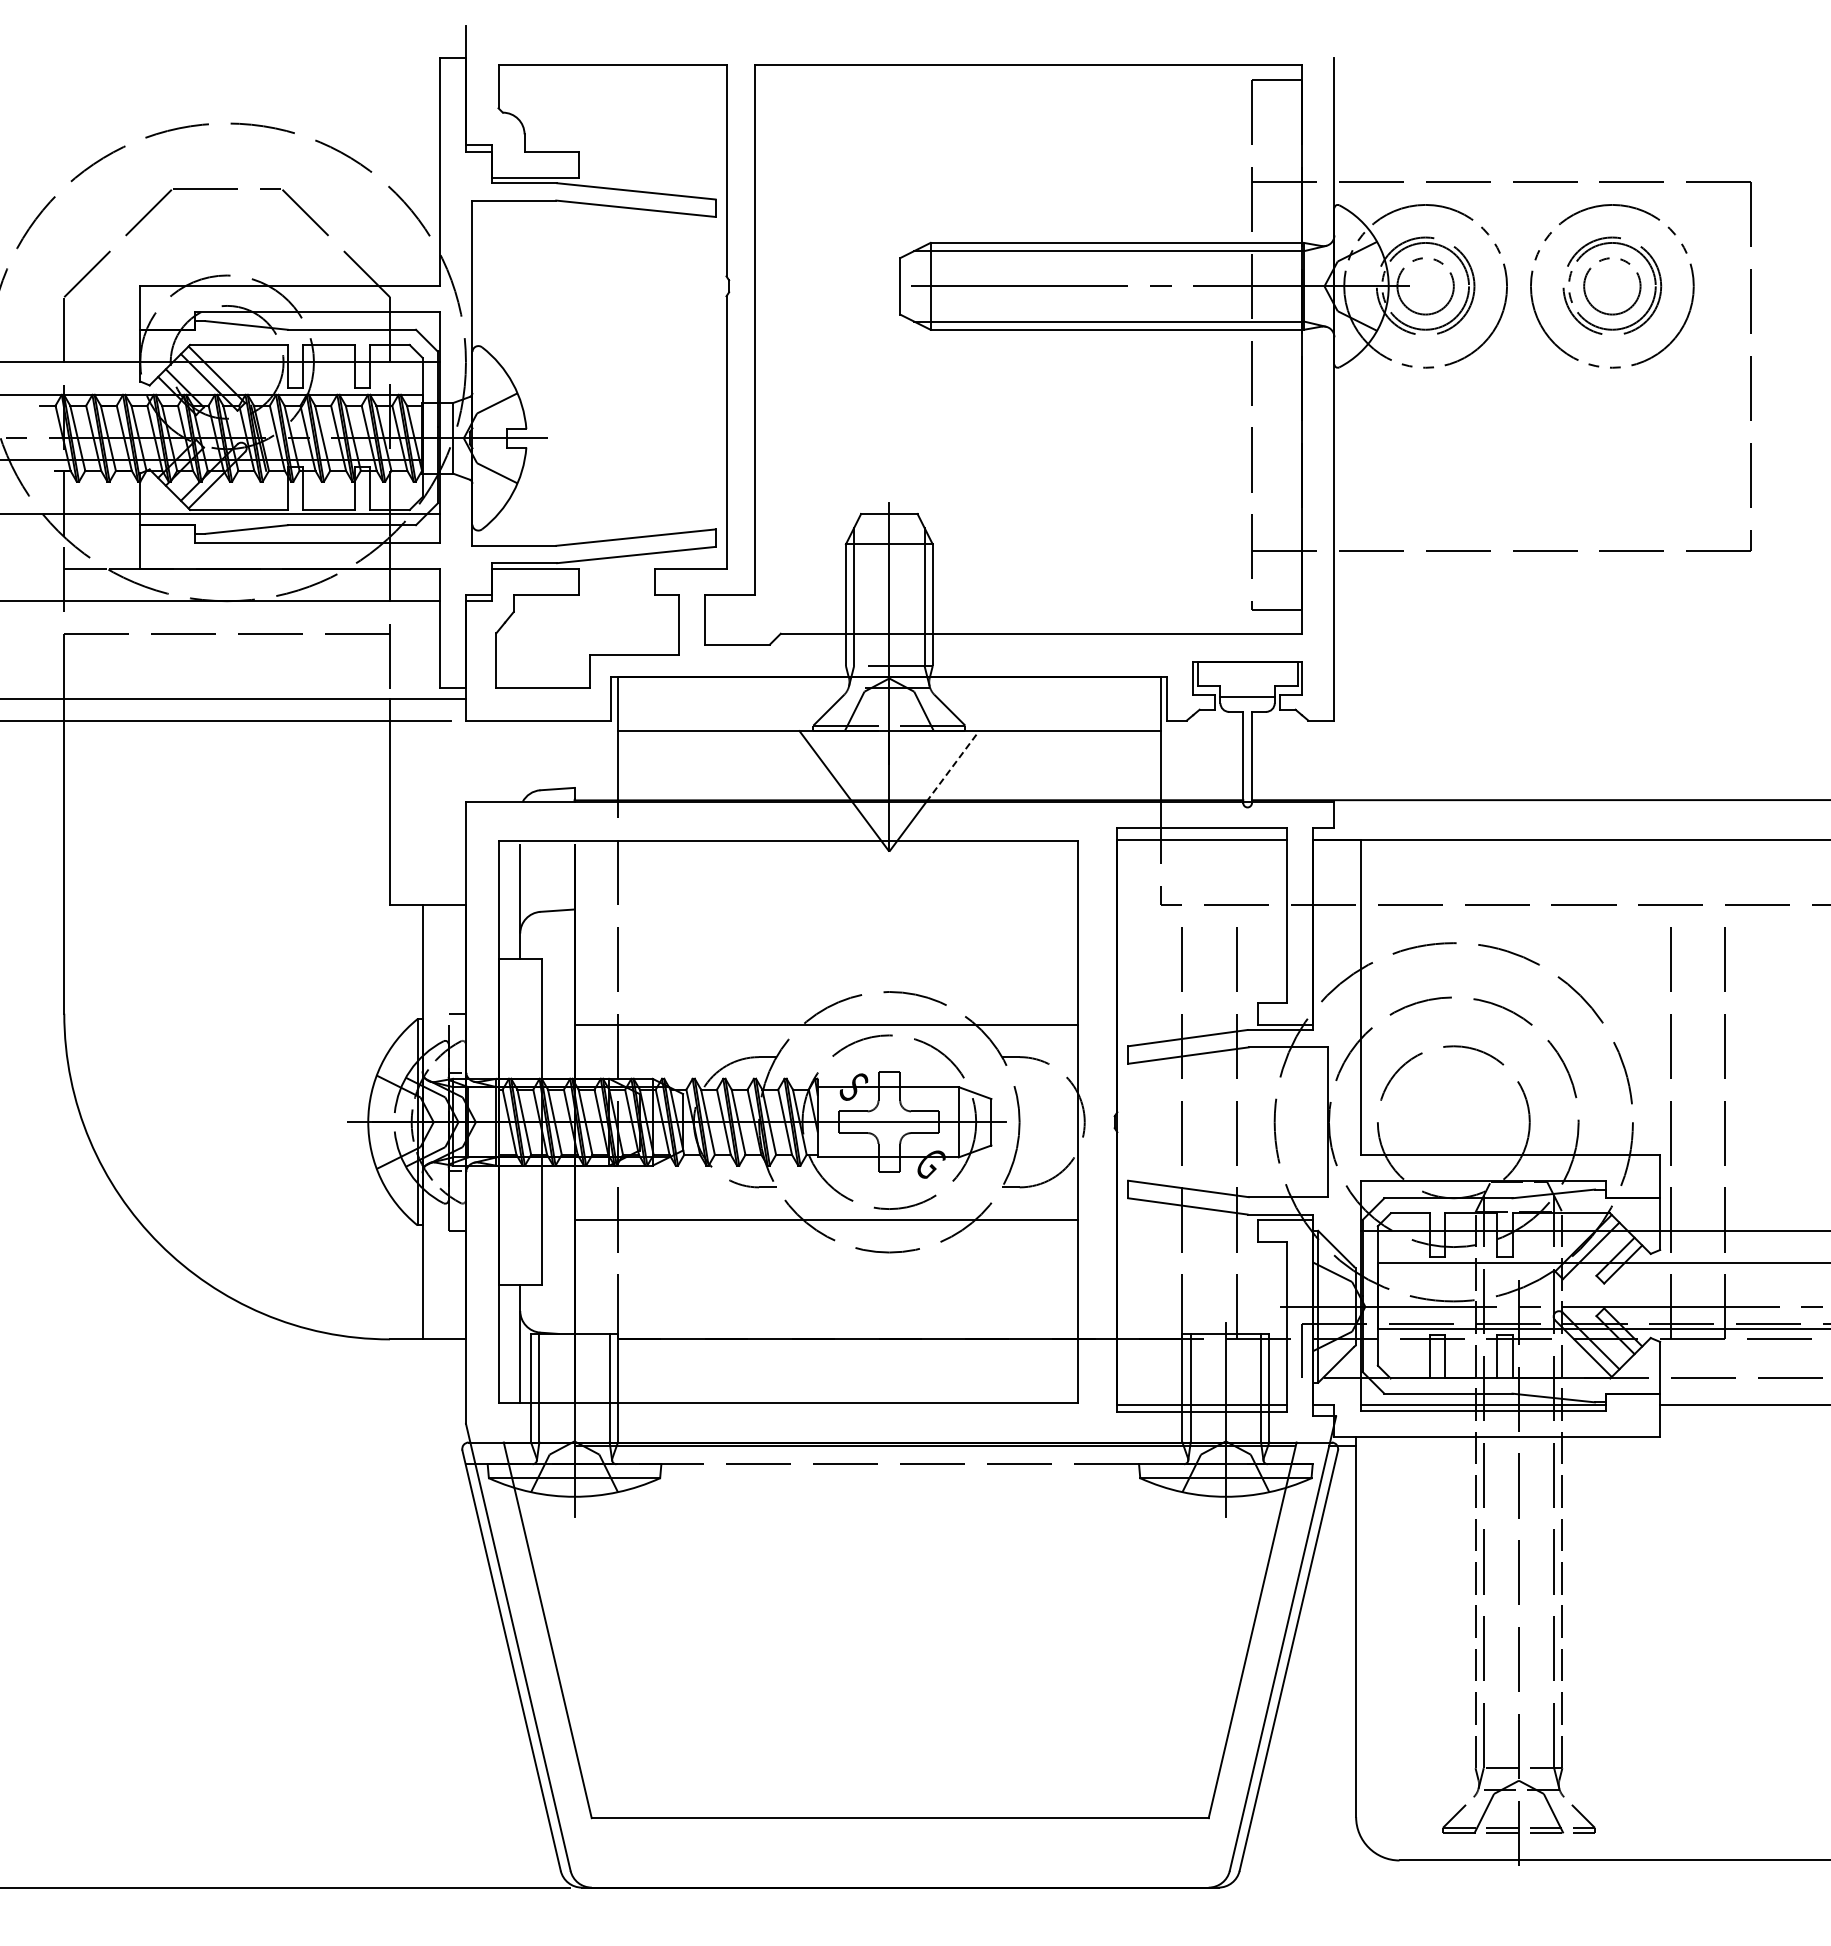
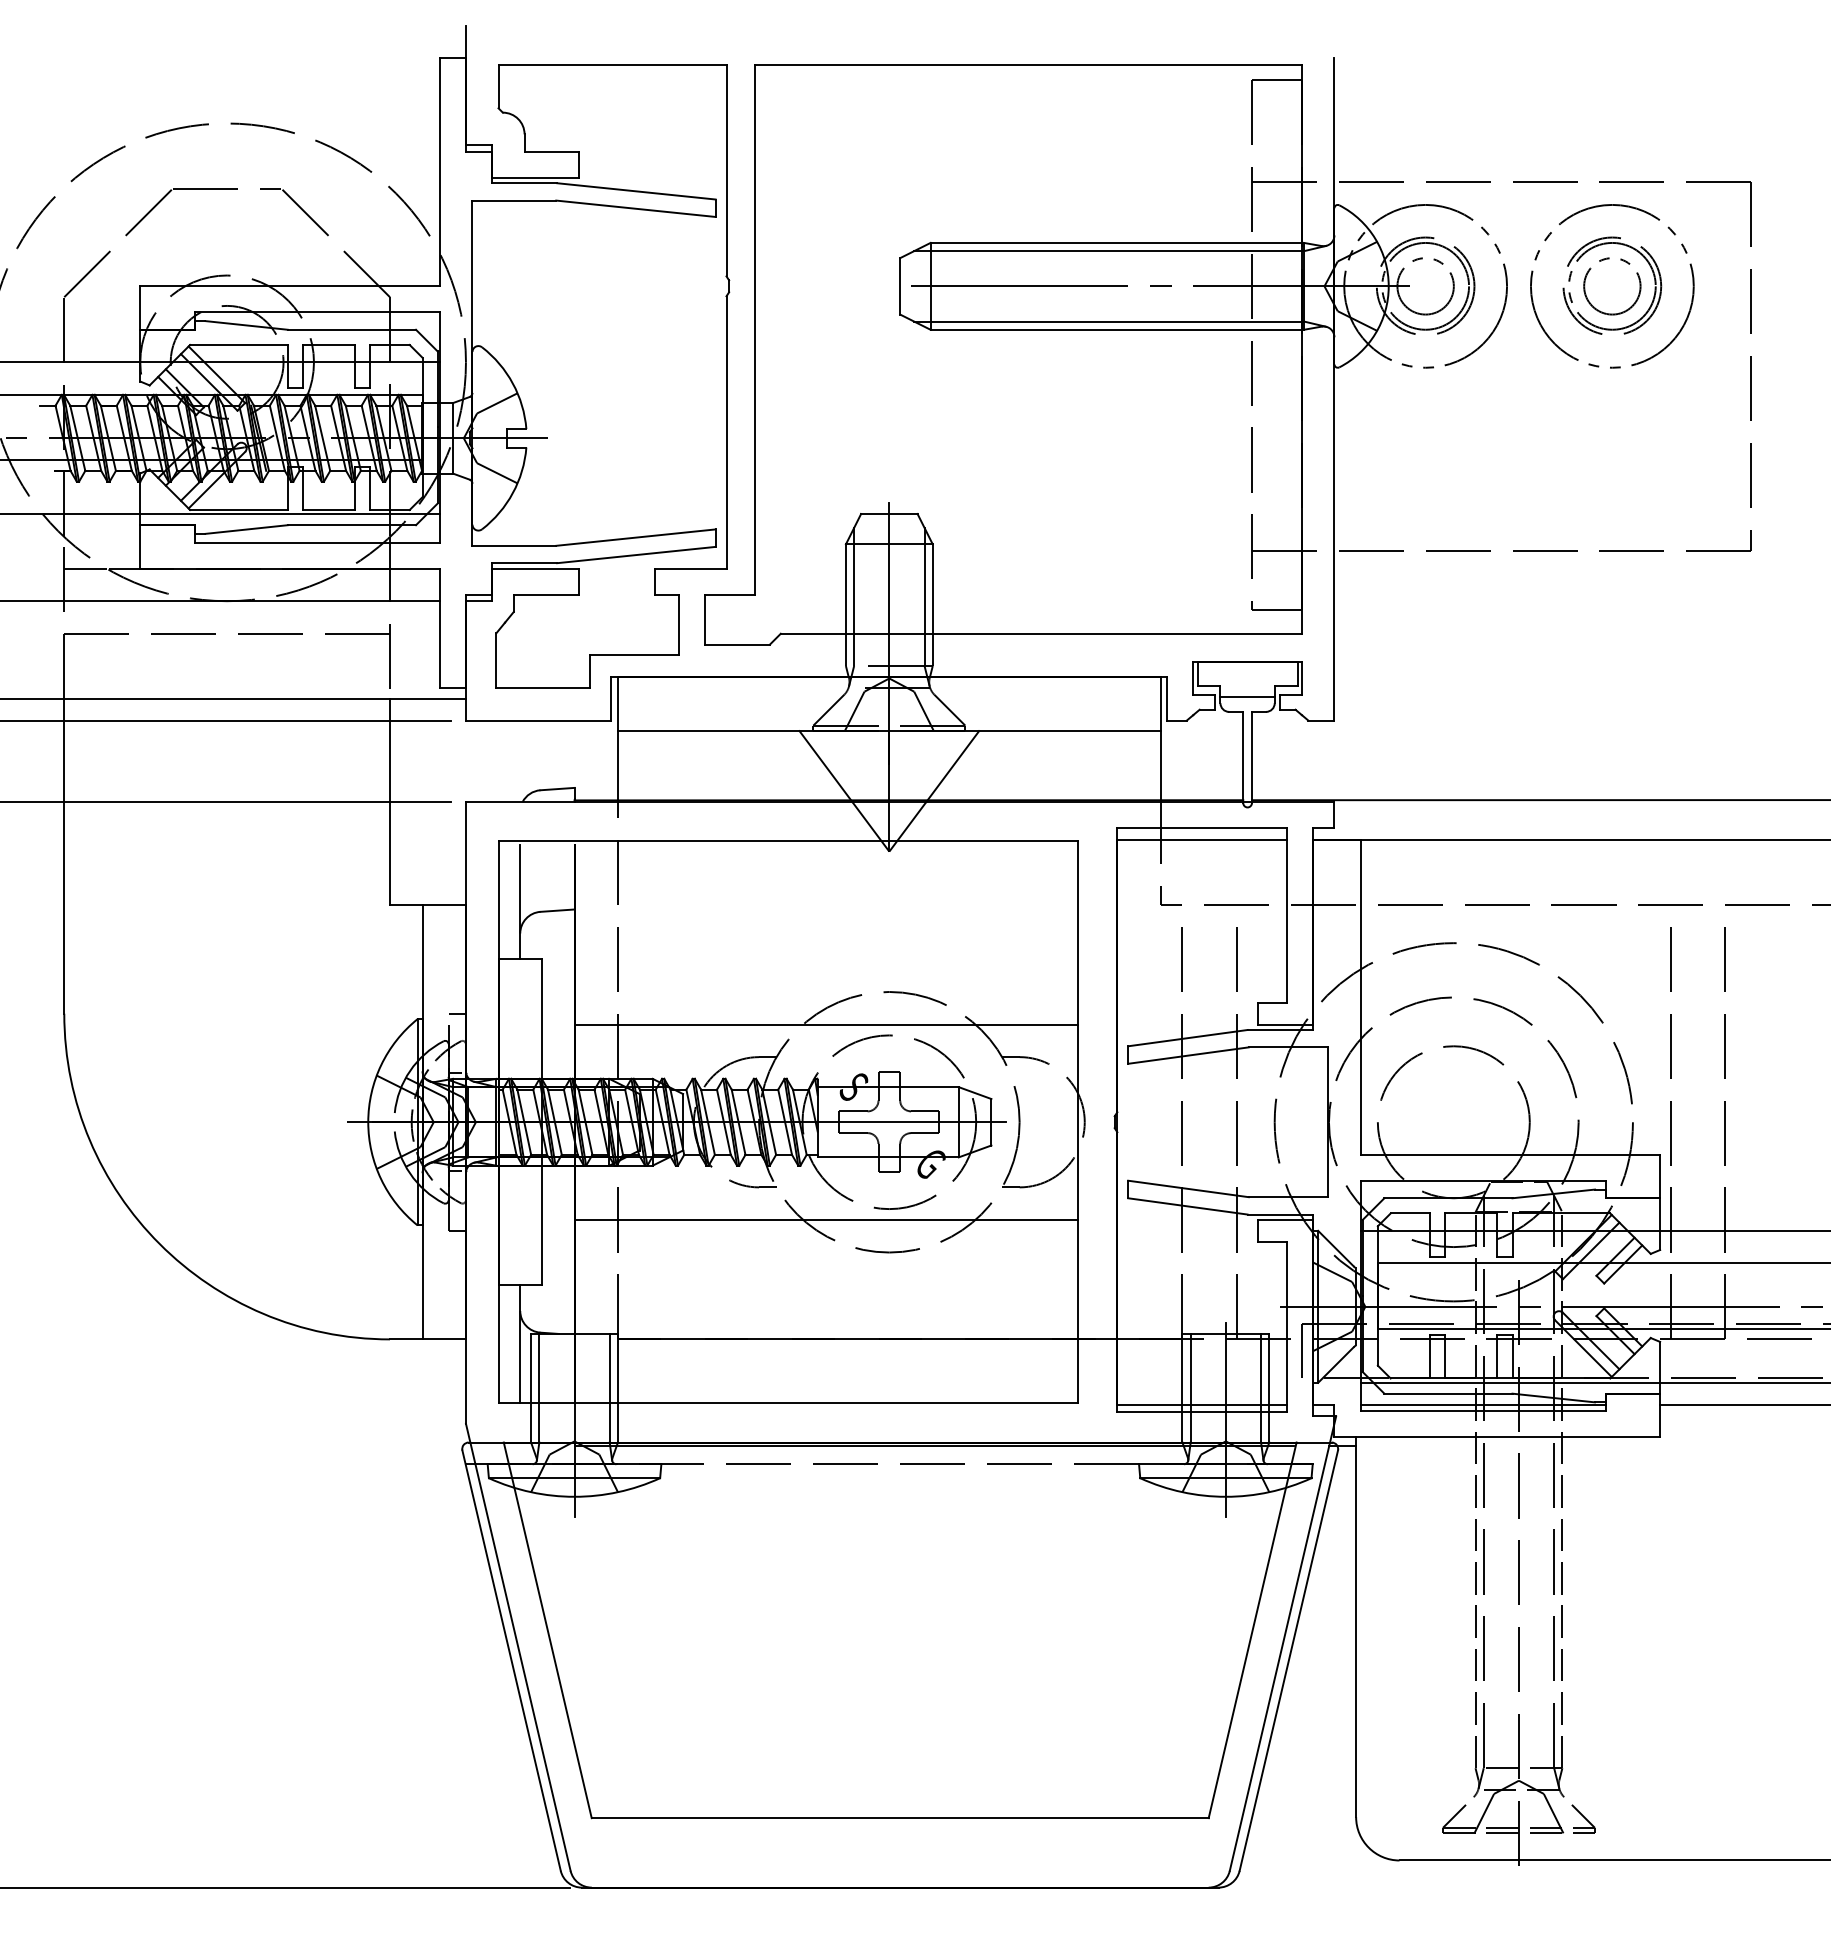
line at (953, 766): dashed -> solid
line at (226, 802): none -> present
line at (1593, 1382): none -> present
